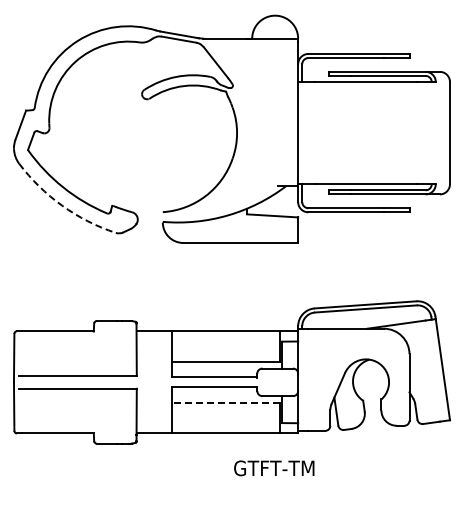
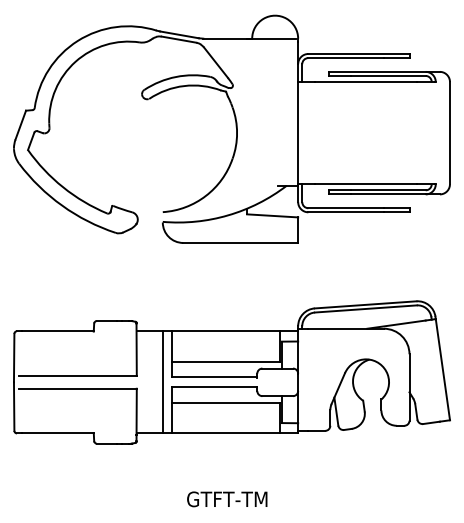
arc at (62, 205): dashed -> solid
line at (162, 382): none -> present
line at (226, 402): dashed -> solid
text at (274, 468) position: (274, 468) -> (227, 499)
